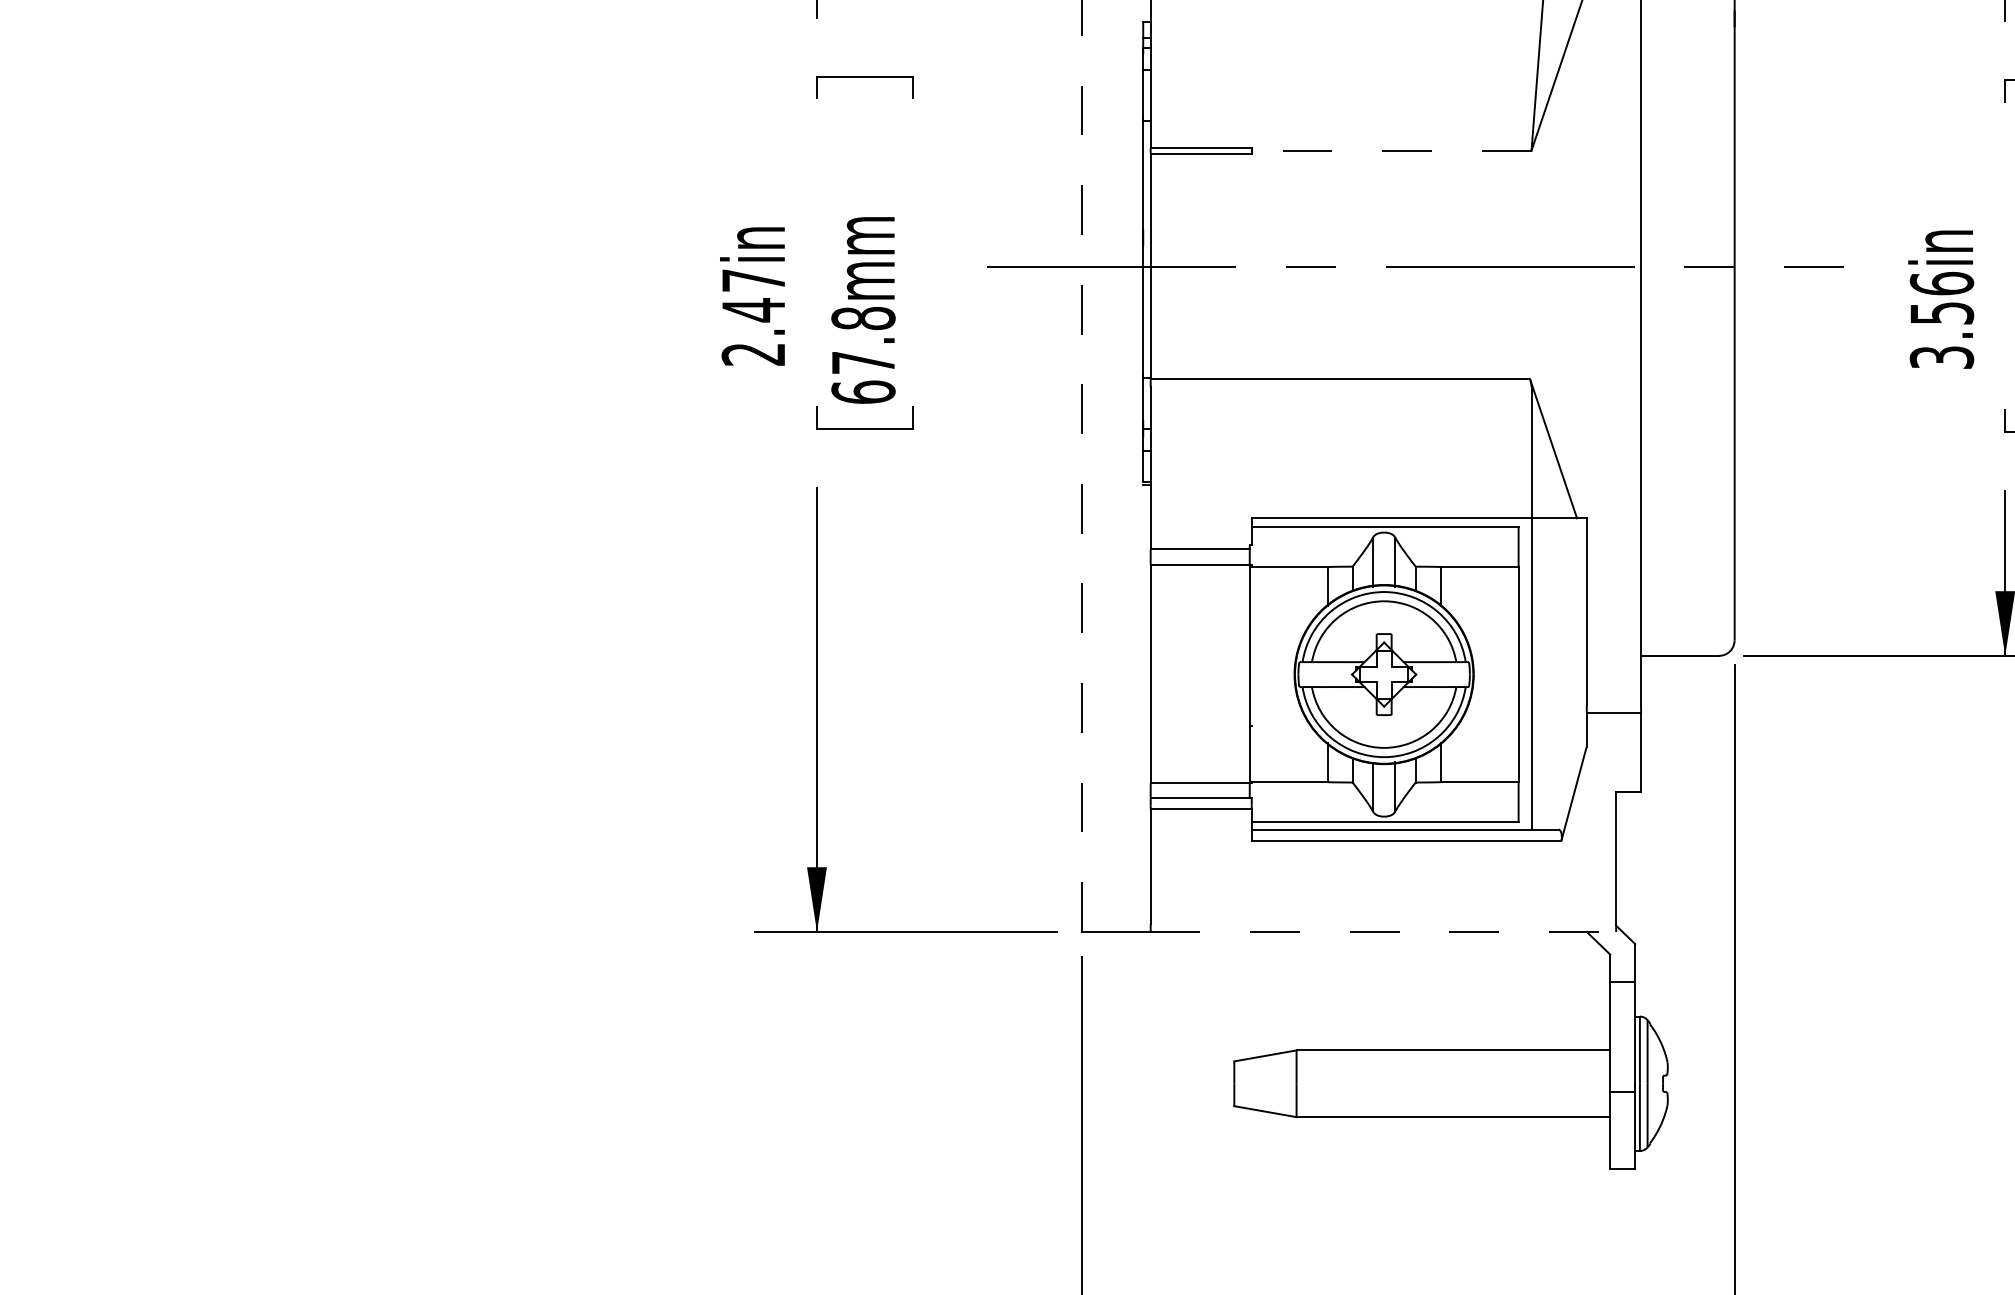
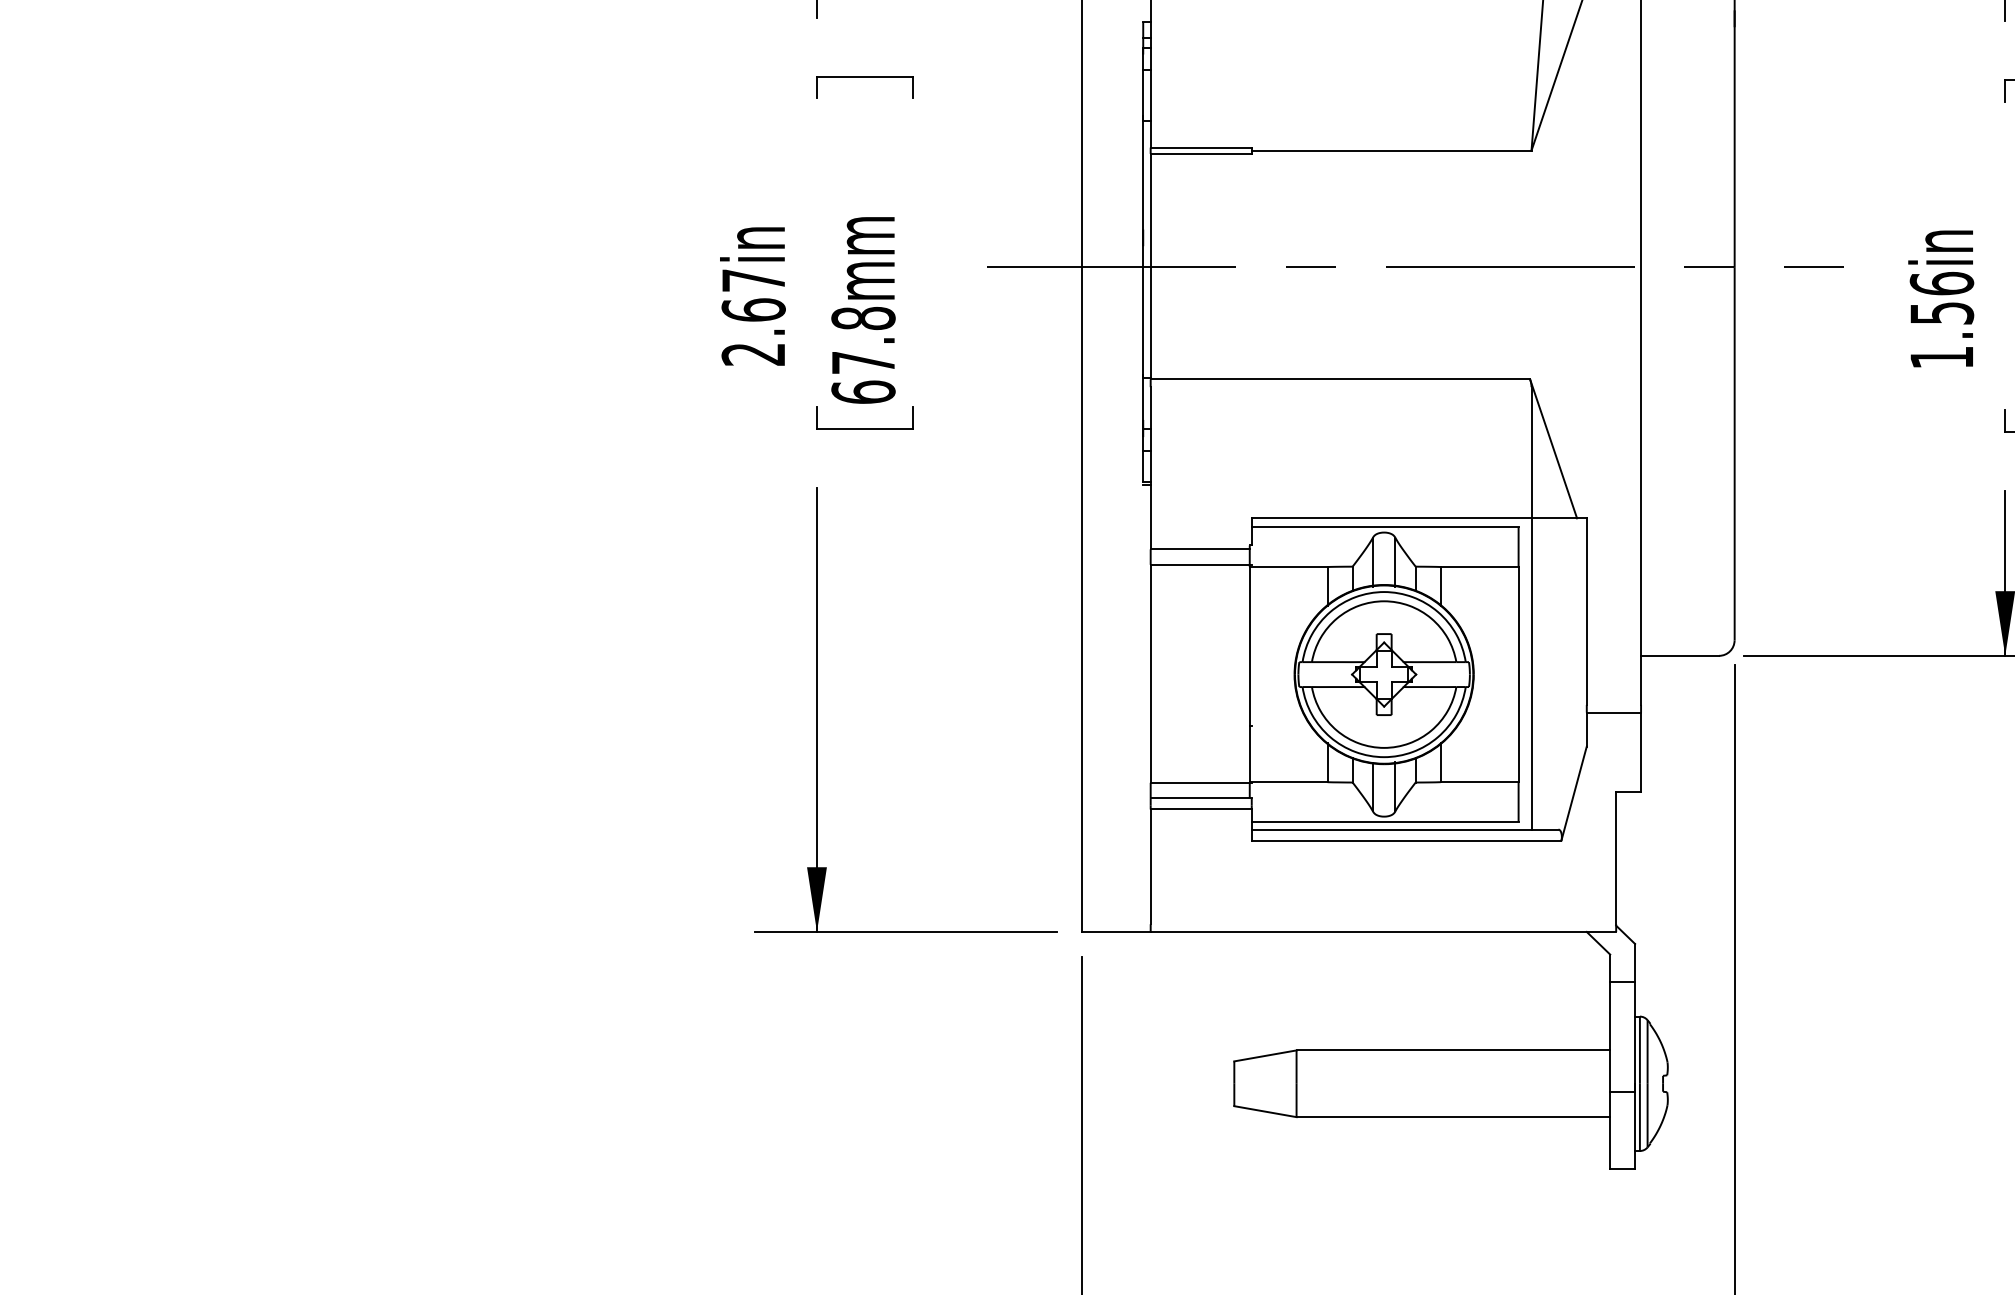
line at (1391, 150): dashed -> solid
text at (753, 310): 2.47in -> 2.67in
text at (1941, 357): 3.56in -> 1.56in
line at (1081, 466): dashed -> solid
line at (1383, 931): dashed -> solid
